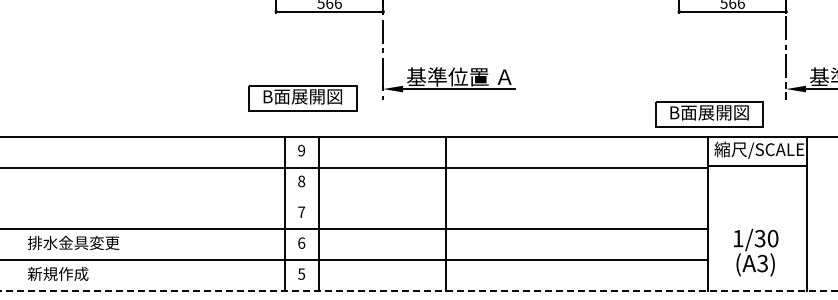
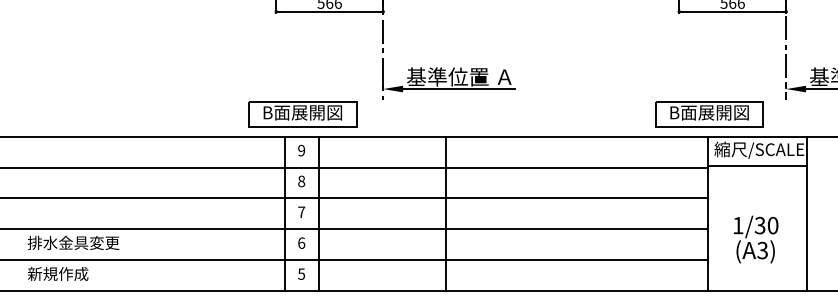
part at (302, 98) position: (302, 98) -> (302, 114)
line at (355, 198): none -> present
text at (756, 252) position: (756, 252) -> (756, 239)
line at (418, 291): dashed -> solid
